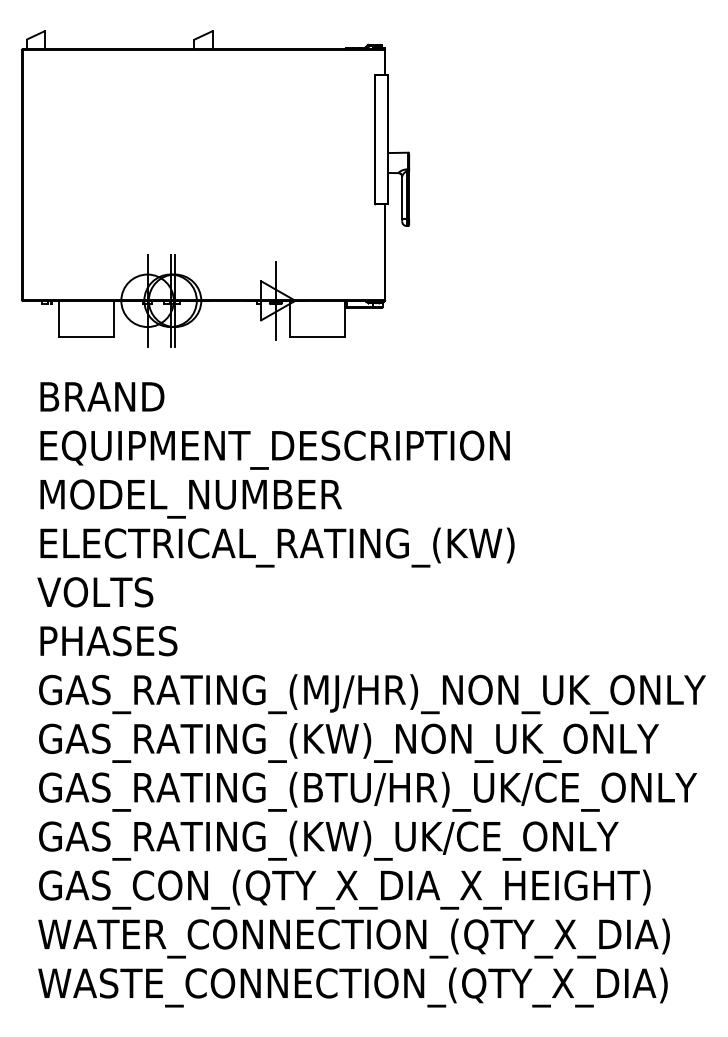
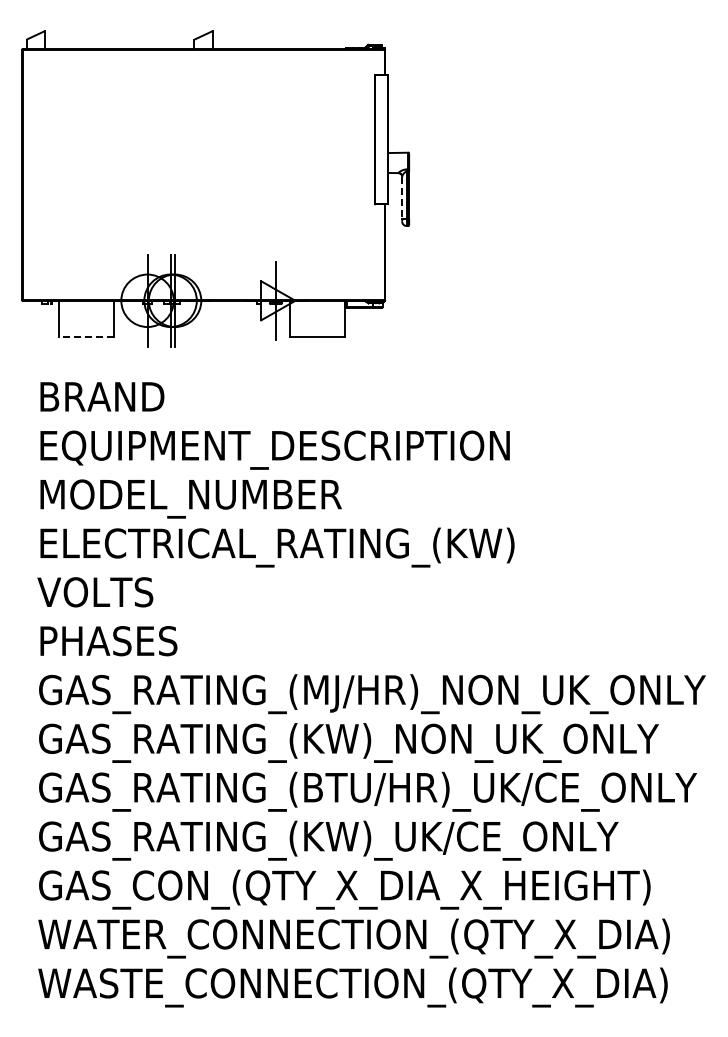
line at (402, 198): solid -> dashed
line at (86, 337): solid -> dashed
